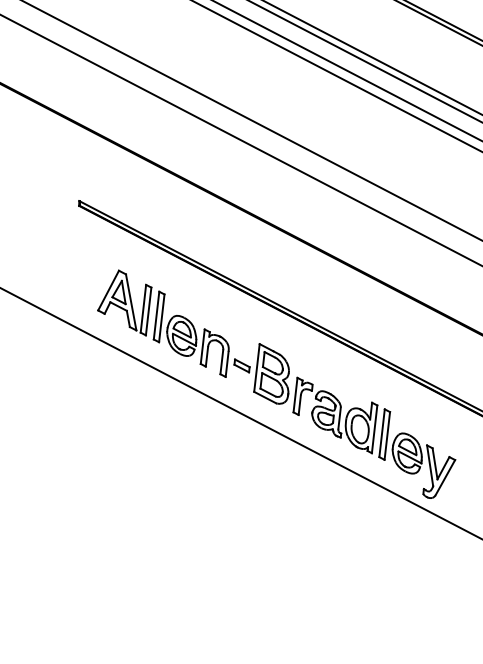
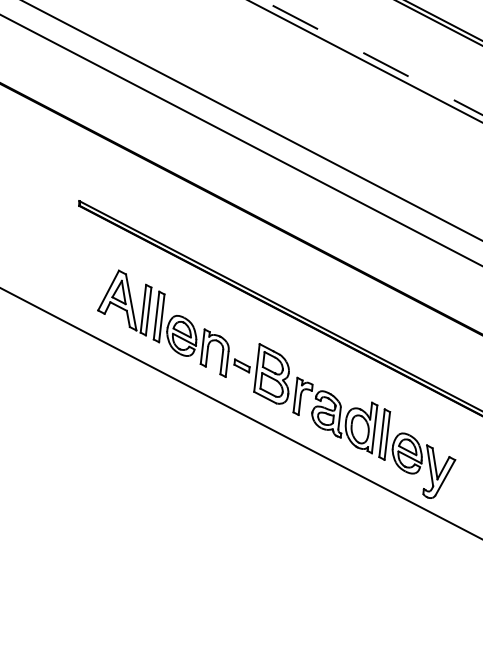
line at (372, 57): solid -> dashed
line at (347, 70): present -> none
line at (337, 76): present -> none
